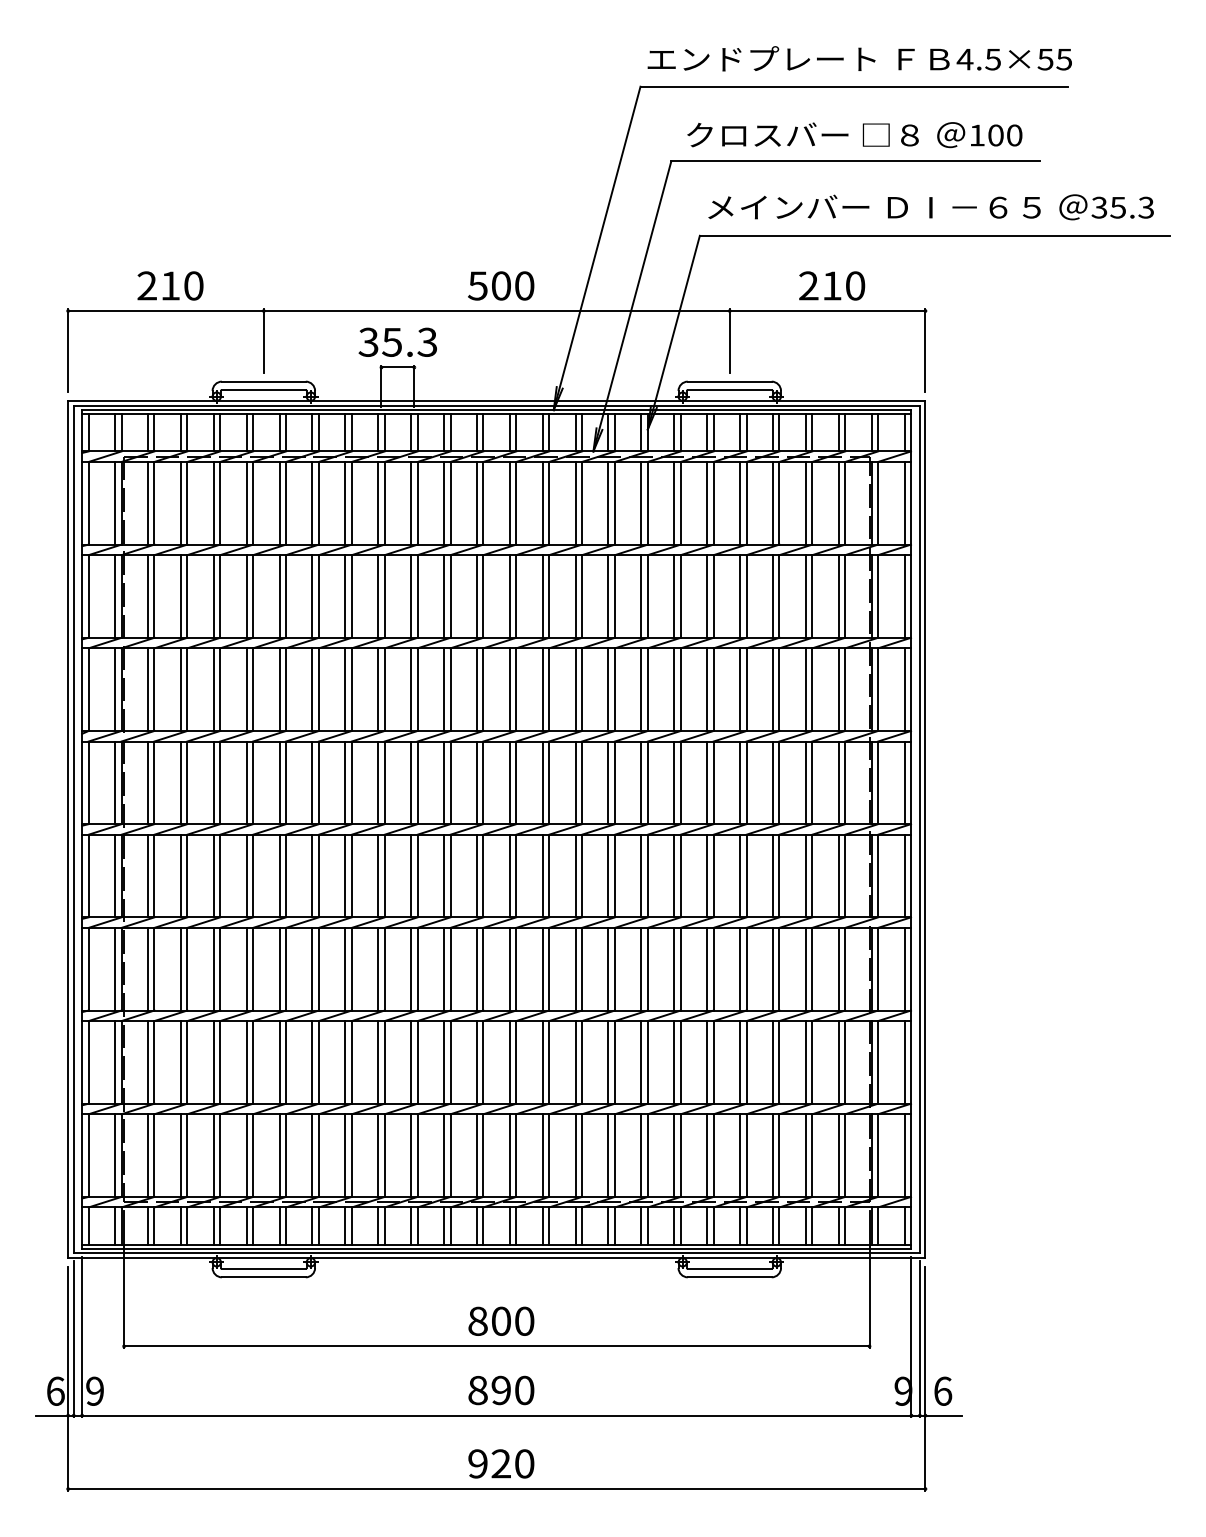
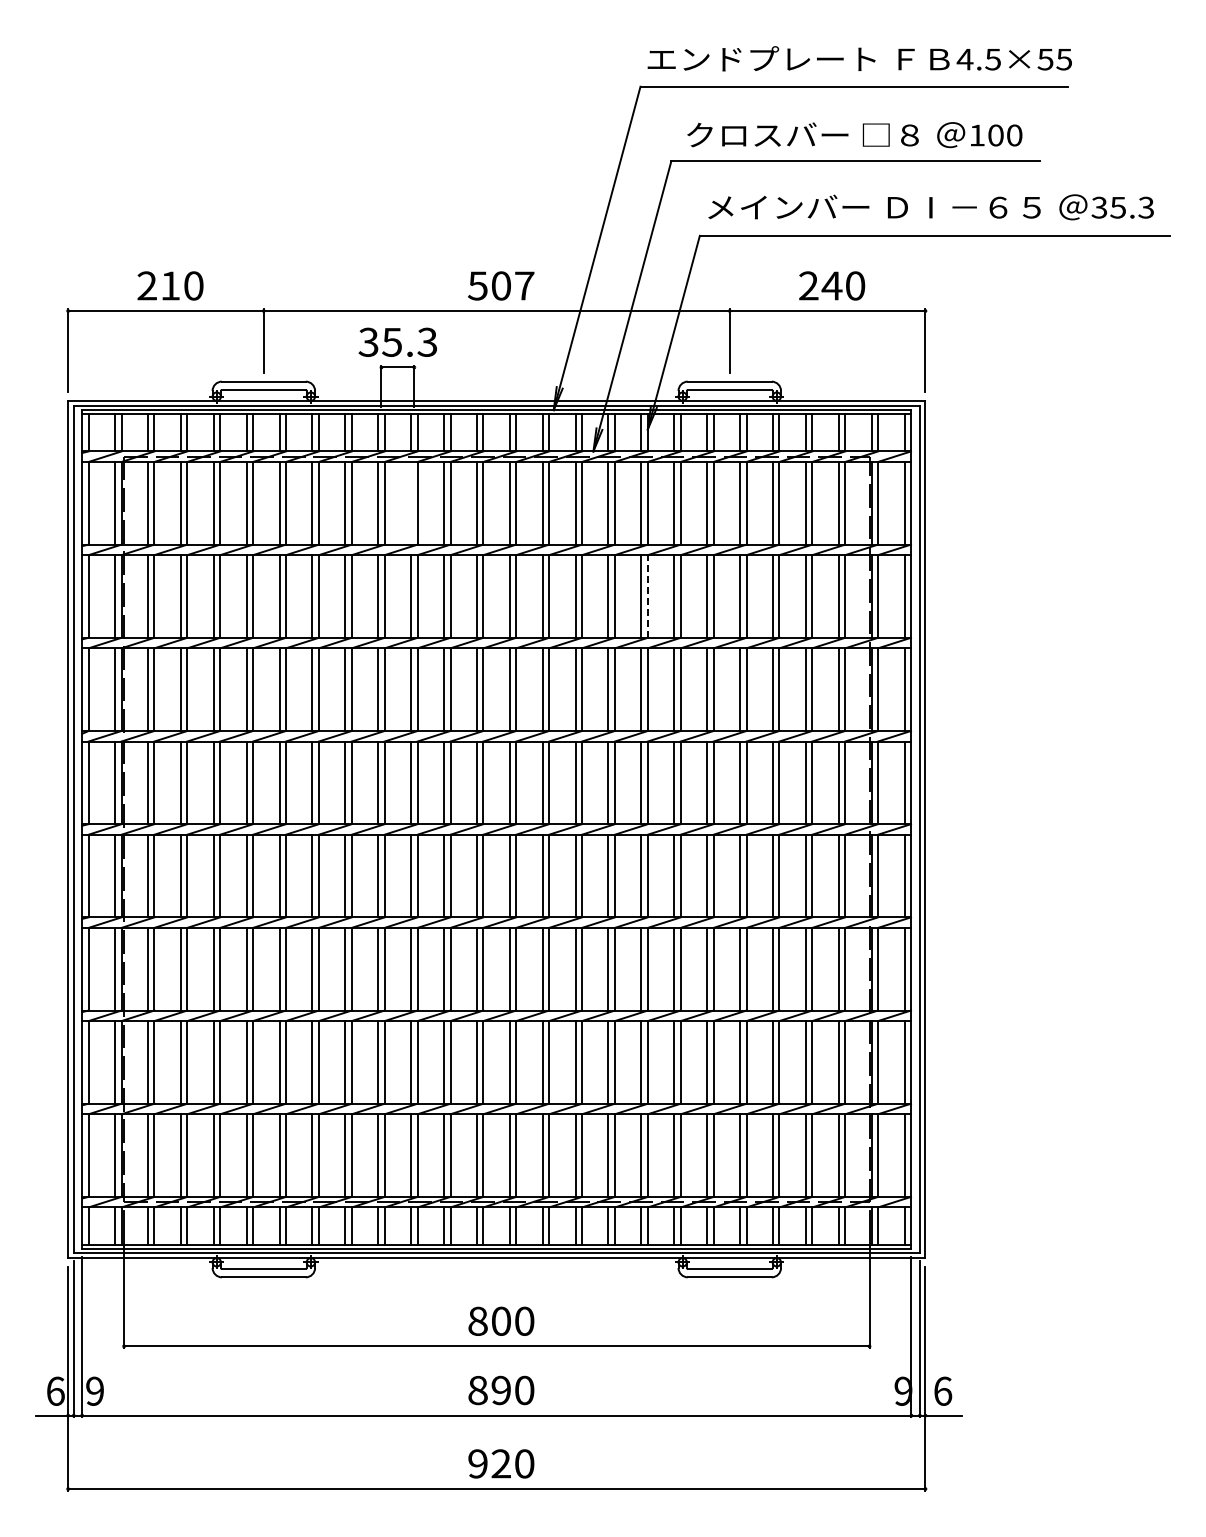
text at (524, 285): 500 -> 507
text at (831, 285): 210 -> 240
line at (411, 502): present -> none
line at (647, 595): solid -> dashed
